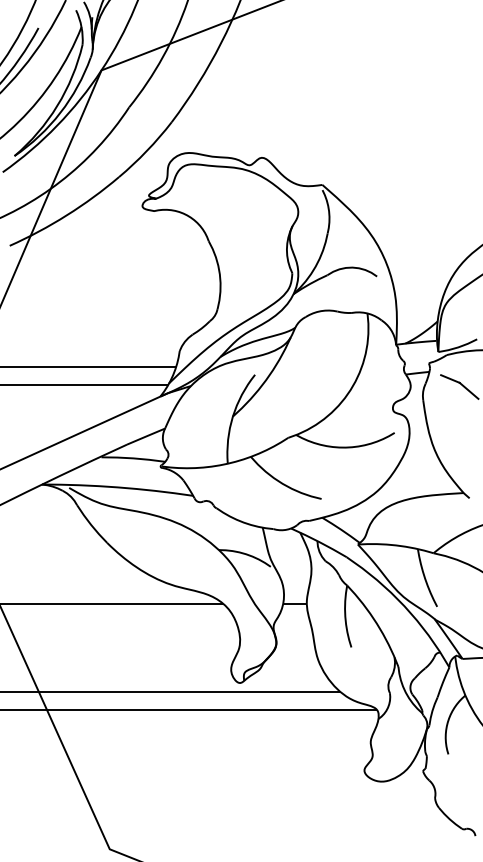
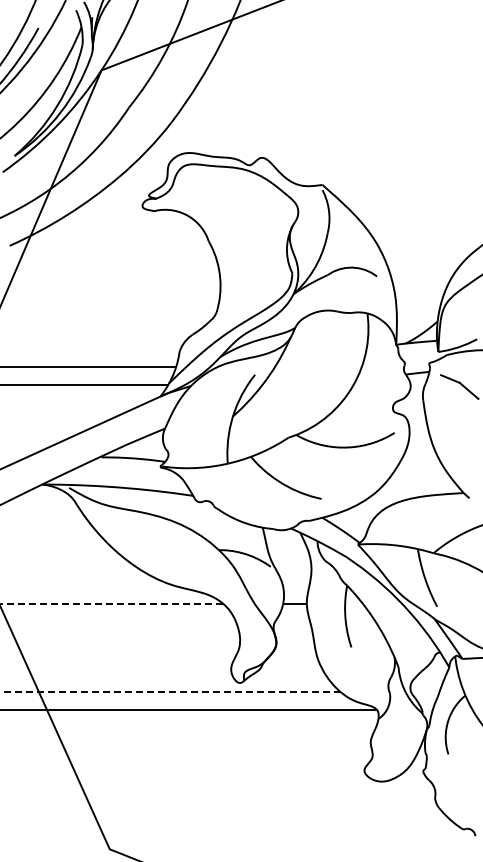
line at (111, 603): solid -> dashed
line at (170, 692): solid -> dashed
